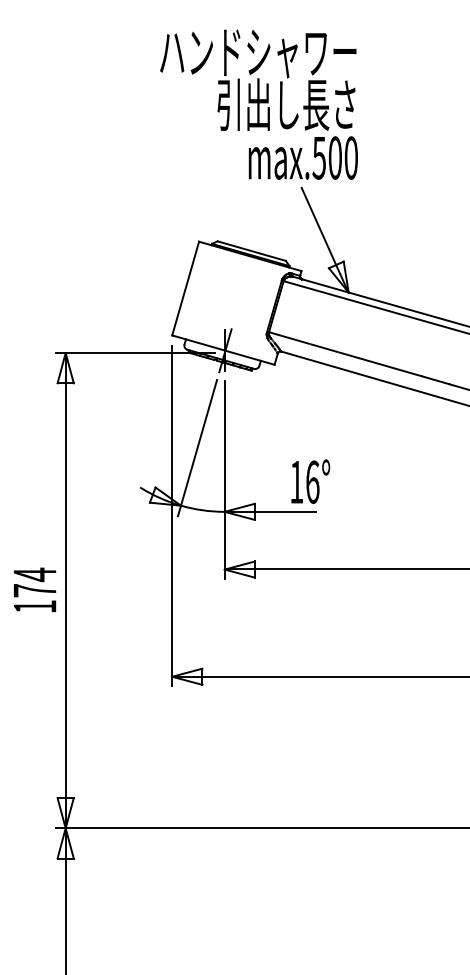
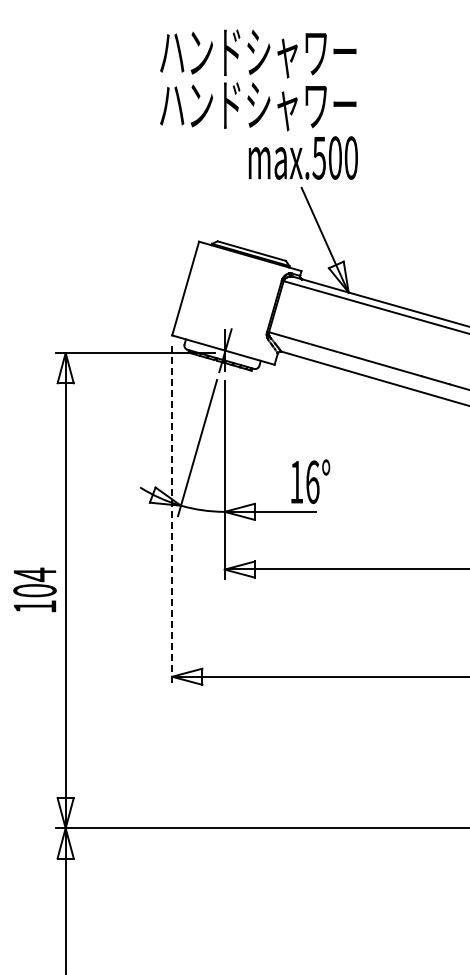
text at (258, 104): 引出し長さ -> ハンドシャワー
line at (172, 516): solid -> dashed
text at (34, 590): 174 -> 104
